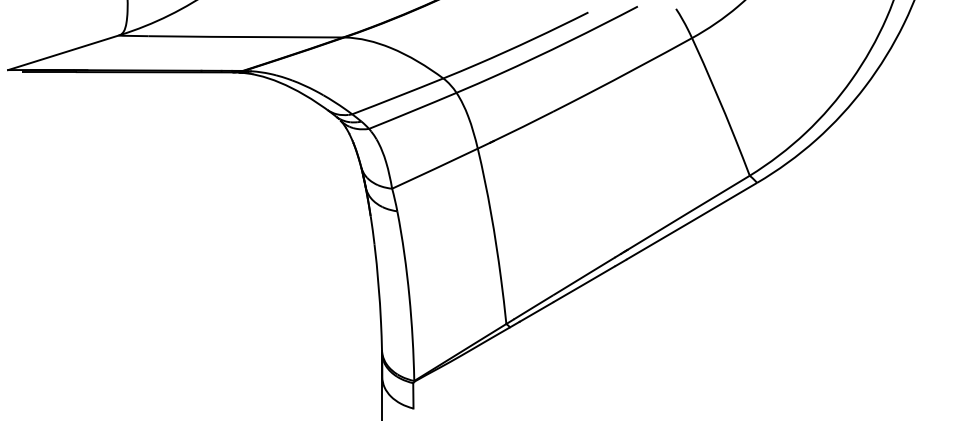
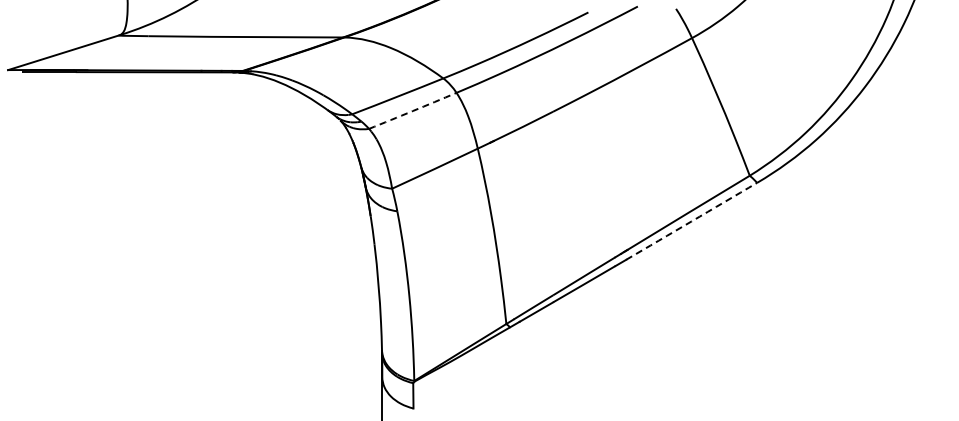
arc at (412, 111): solid -> dashed
arc at (691, 221): solid -> dashed
